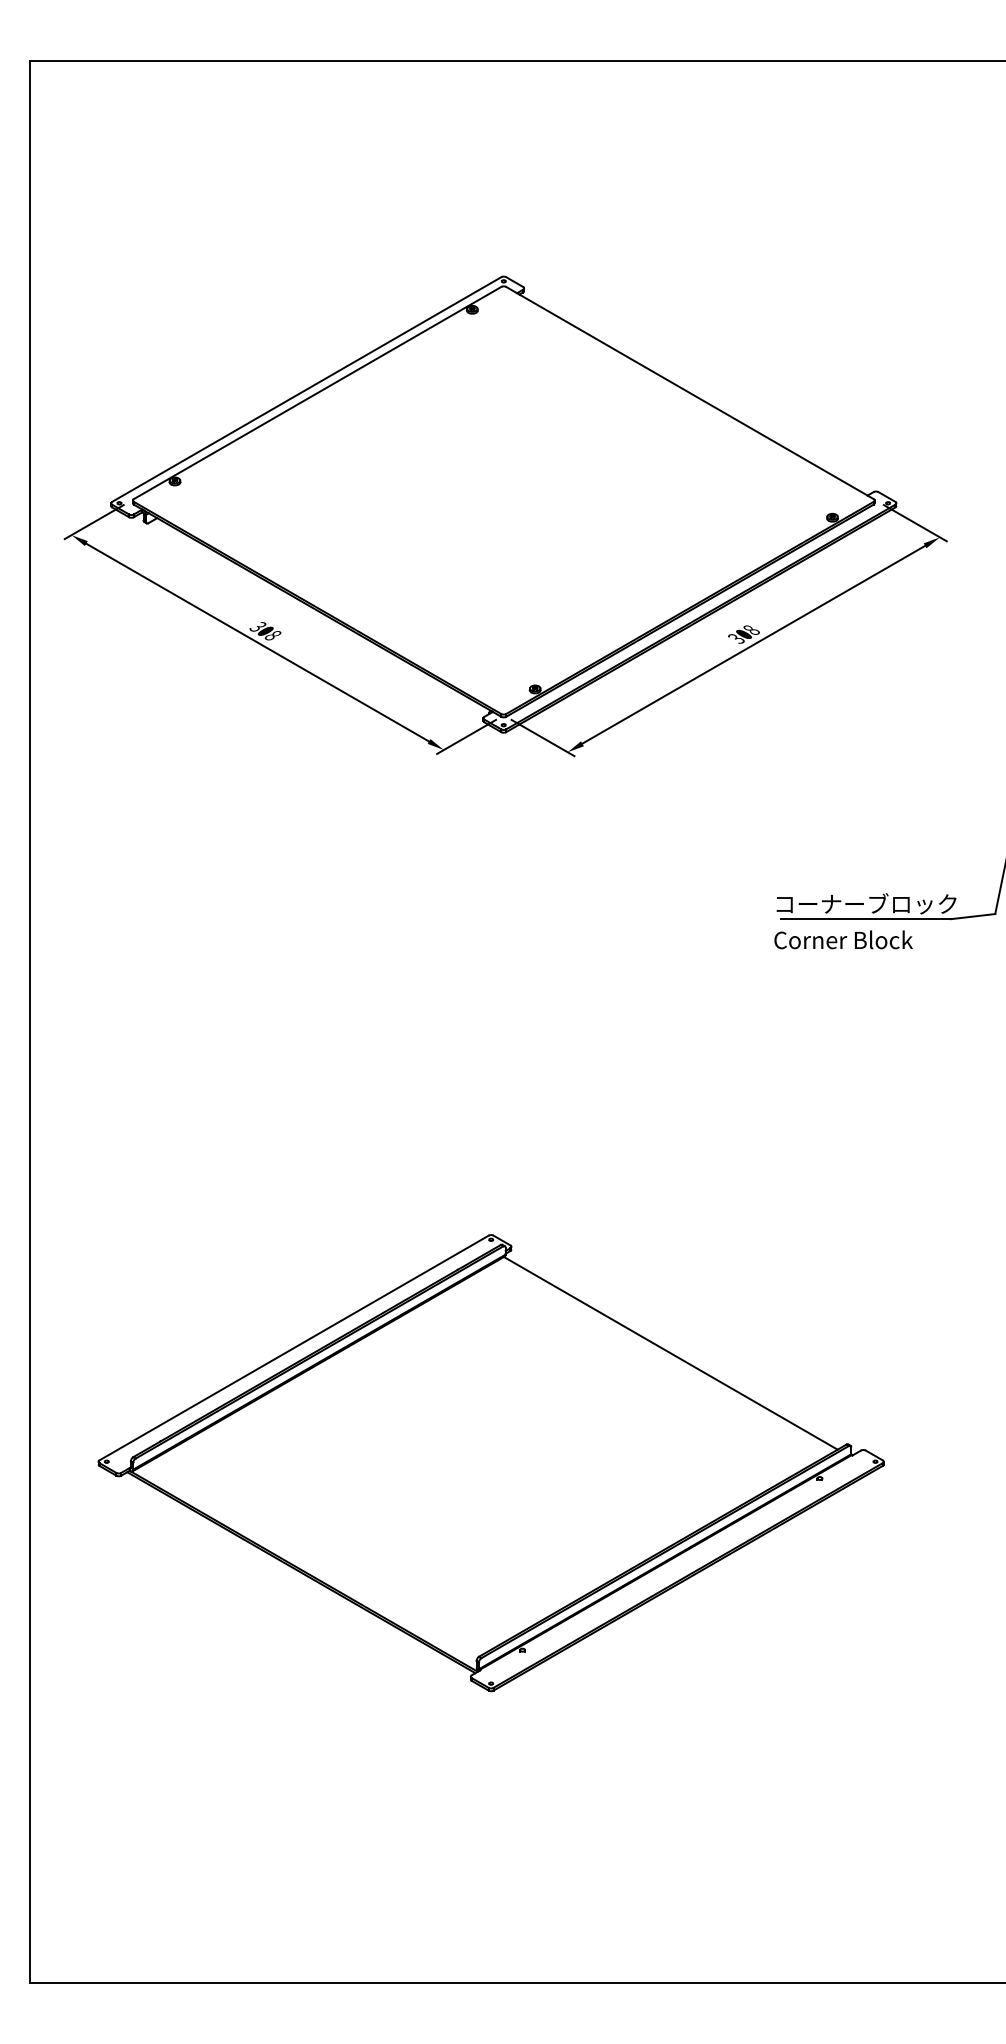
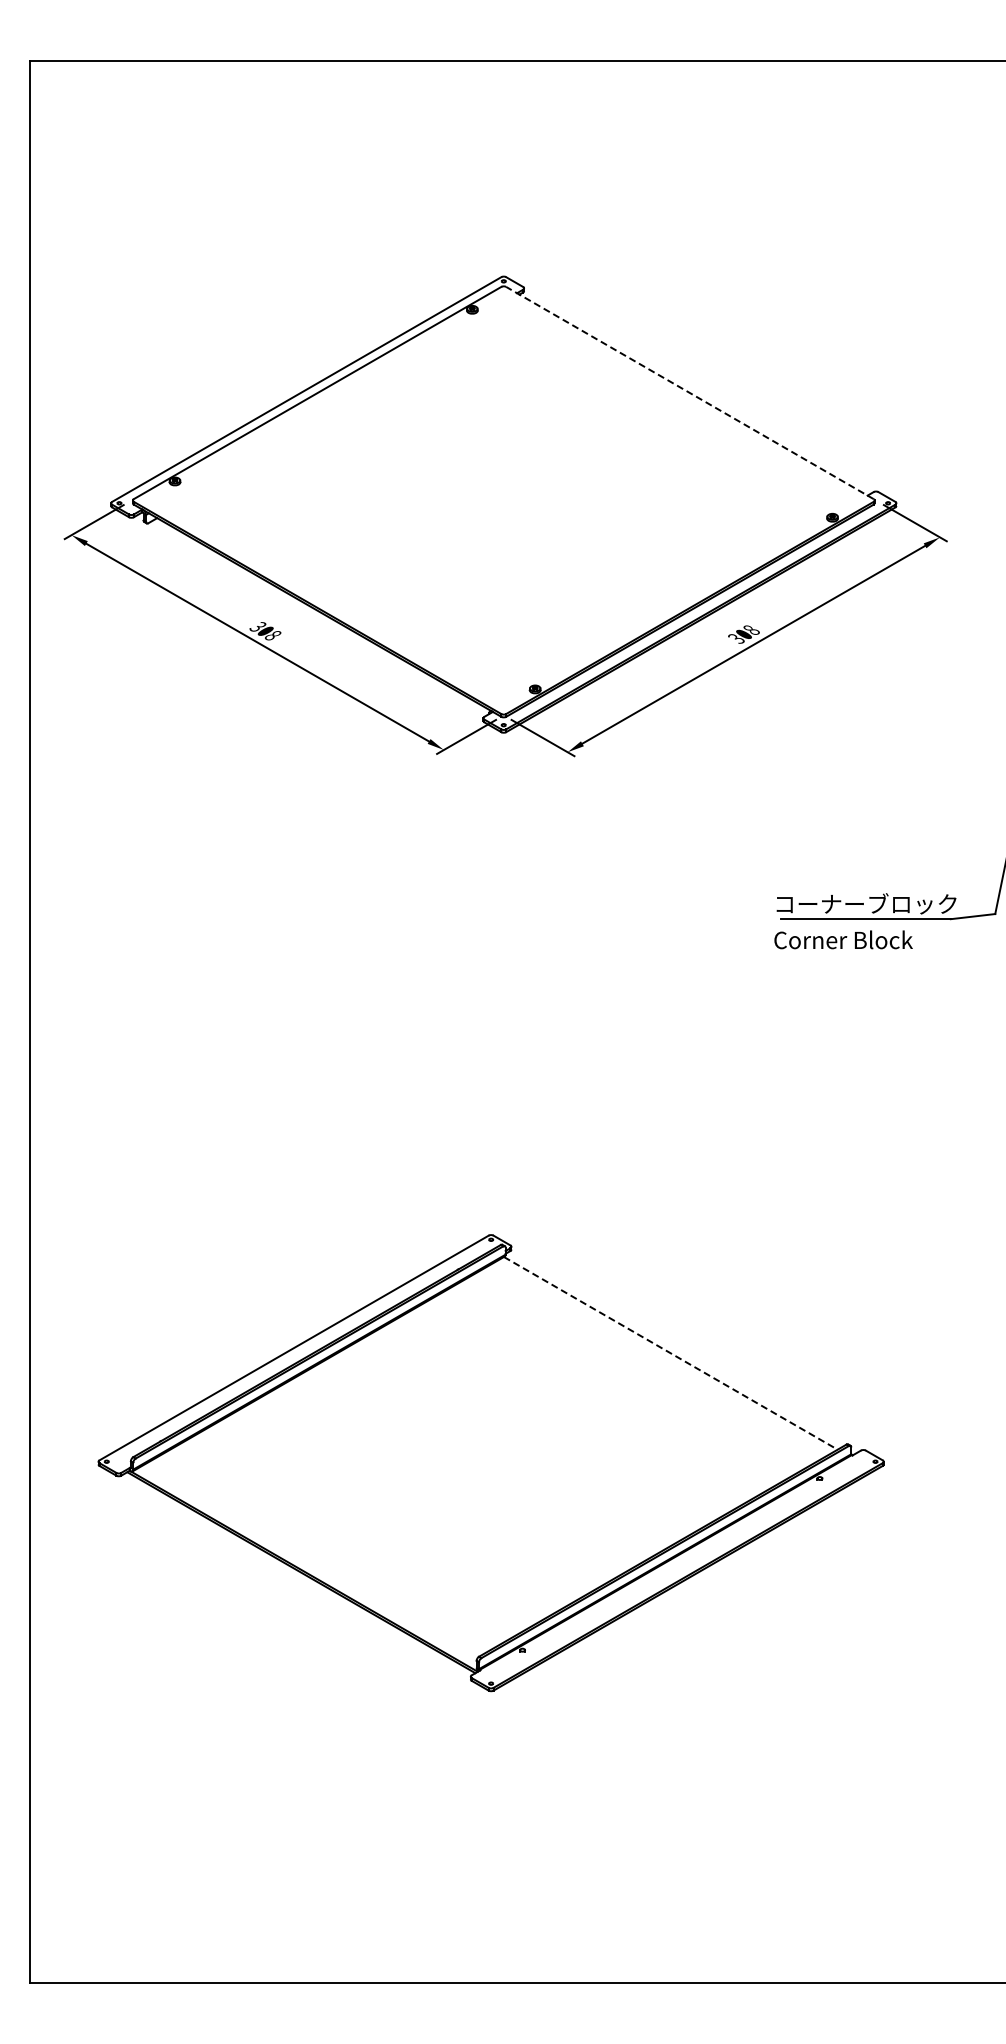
line at (689, 392): solid -> dashed
line at (670, 1353): solid -> dashed
